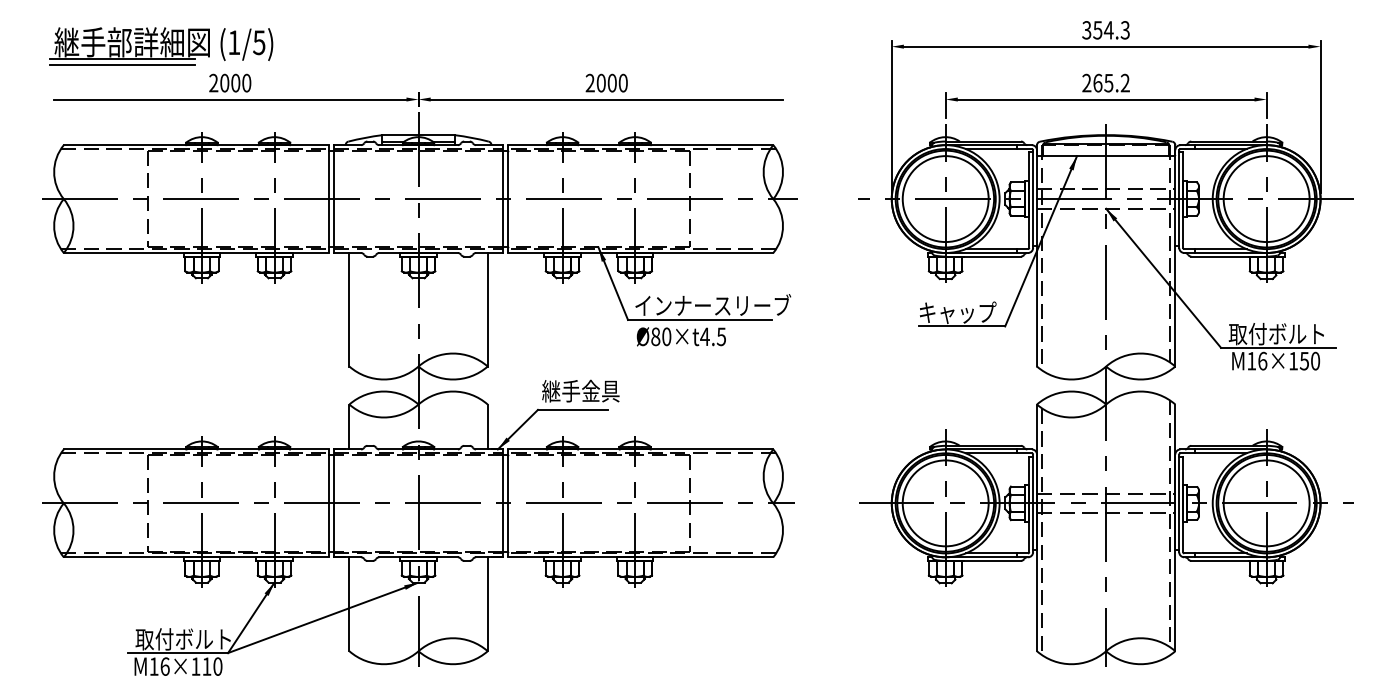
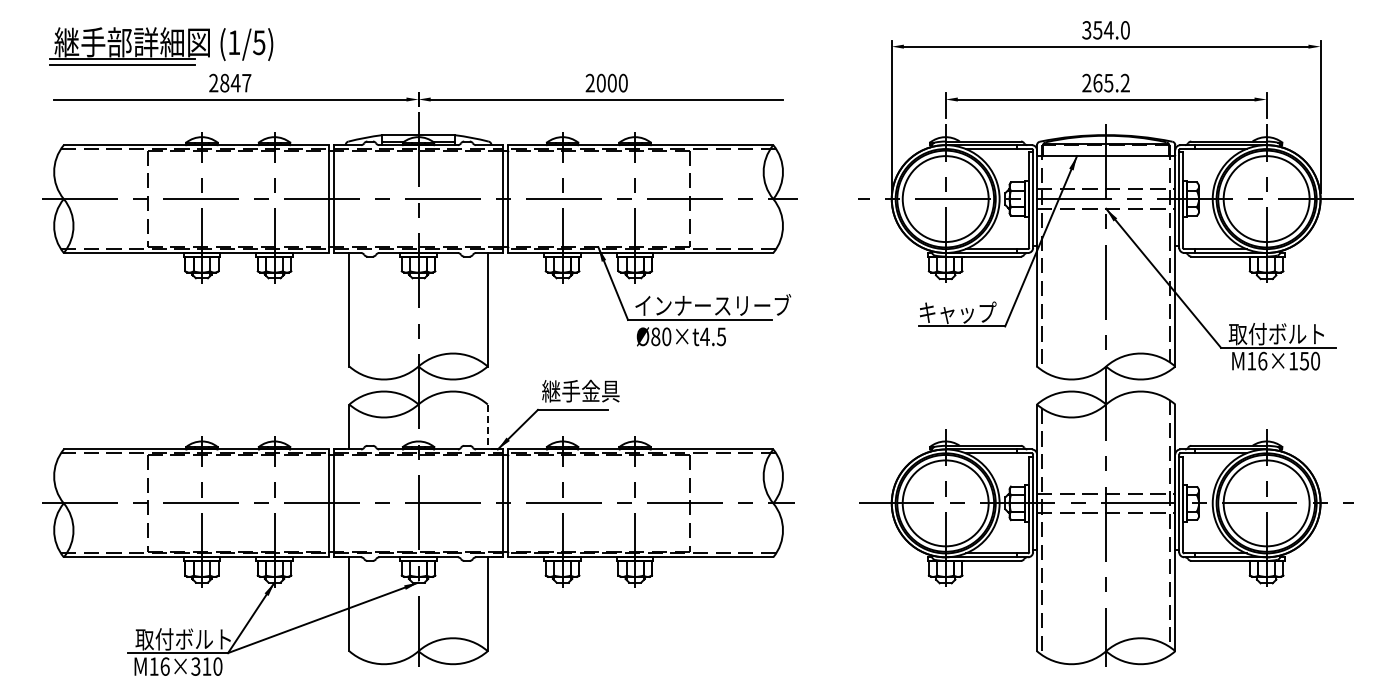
text at (1124, 30): 354.3 -> 354.0
text at (235, 82): 2000 -> 2847
line at (487, 427): solid -> dashed
text at (195, 666): M16×110 -> M16×310
